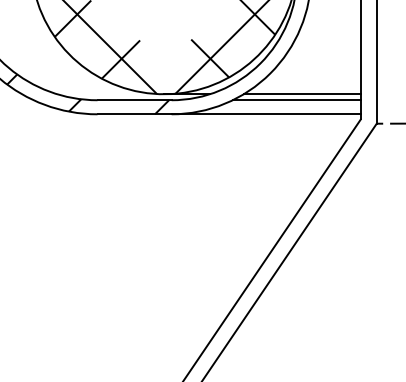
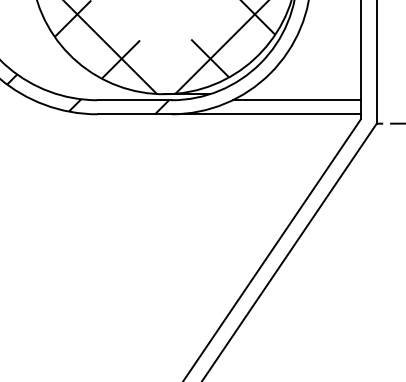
line at (302, 94): present -> none
